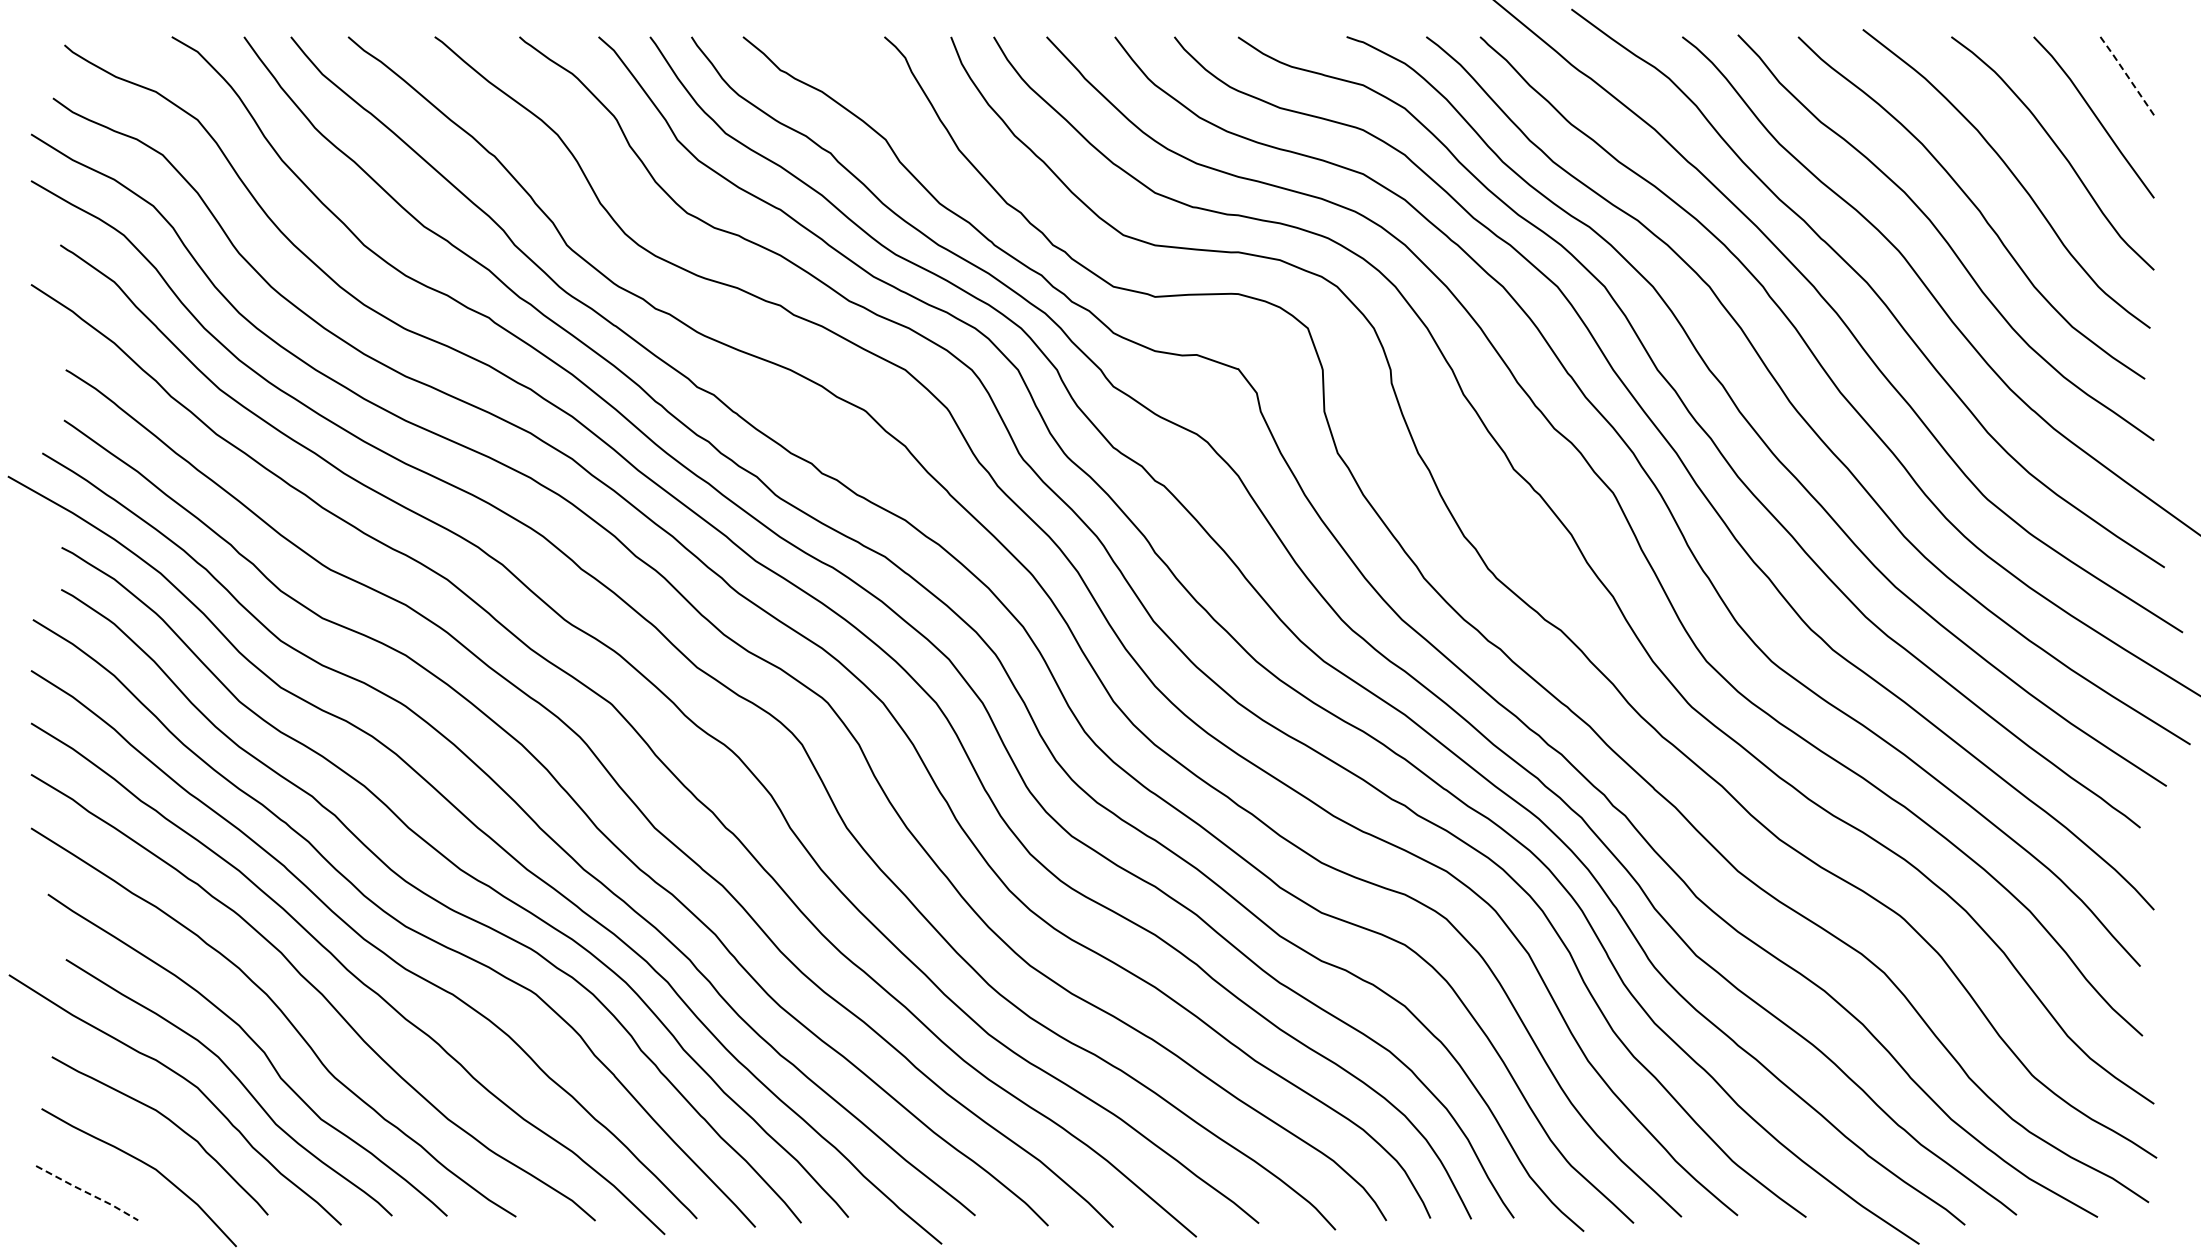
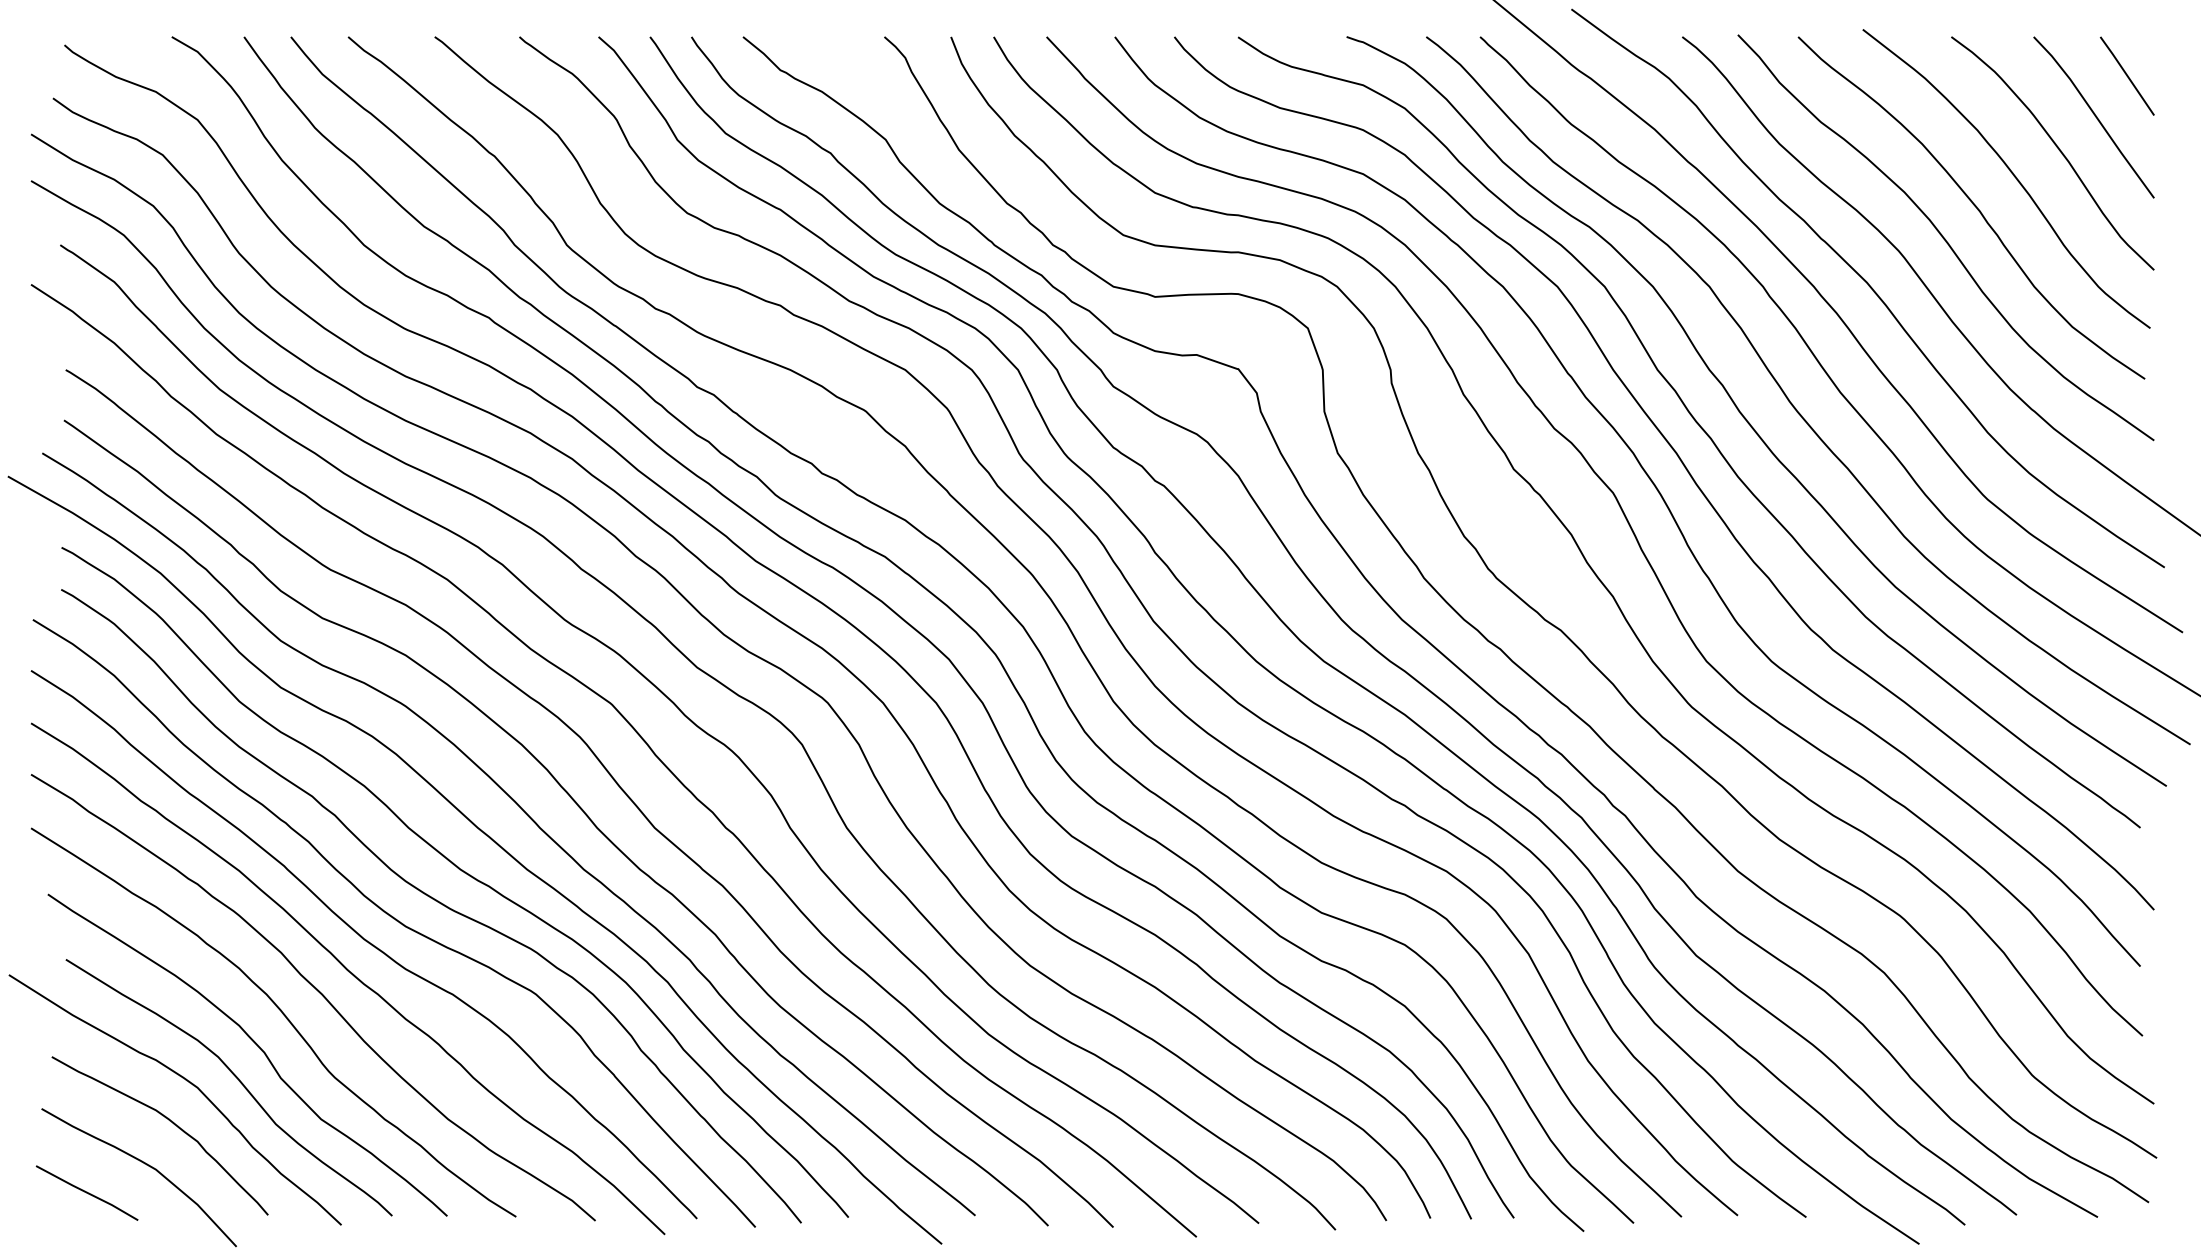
line at (2127, 76): dashed -> solid
line at (87, 1193): dashed -> solid
